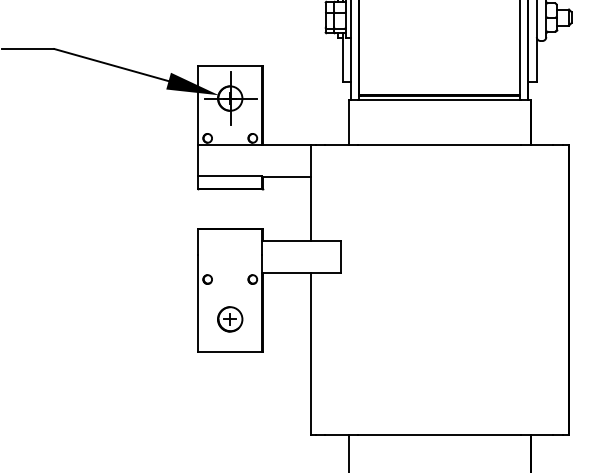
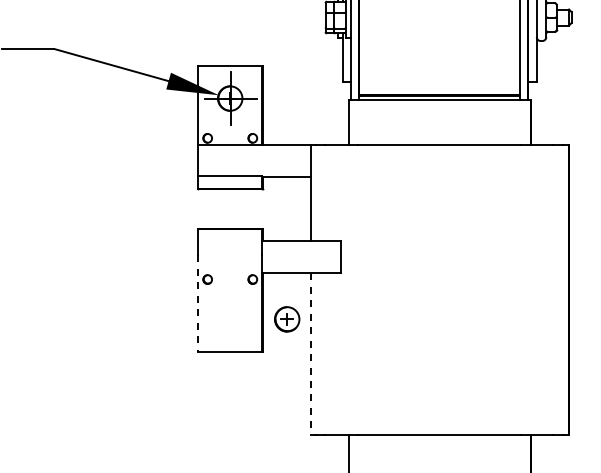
line at (197, 304): solid -> dashed
part at (230, 319) position: (230, 319) -> (287, 319)
line at (310, 354): solid -> dashed
